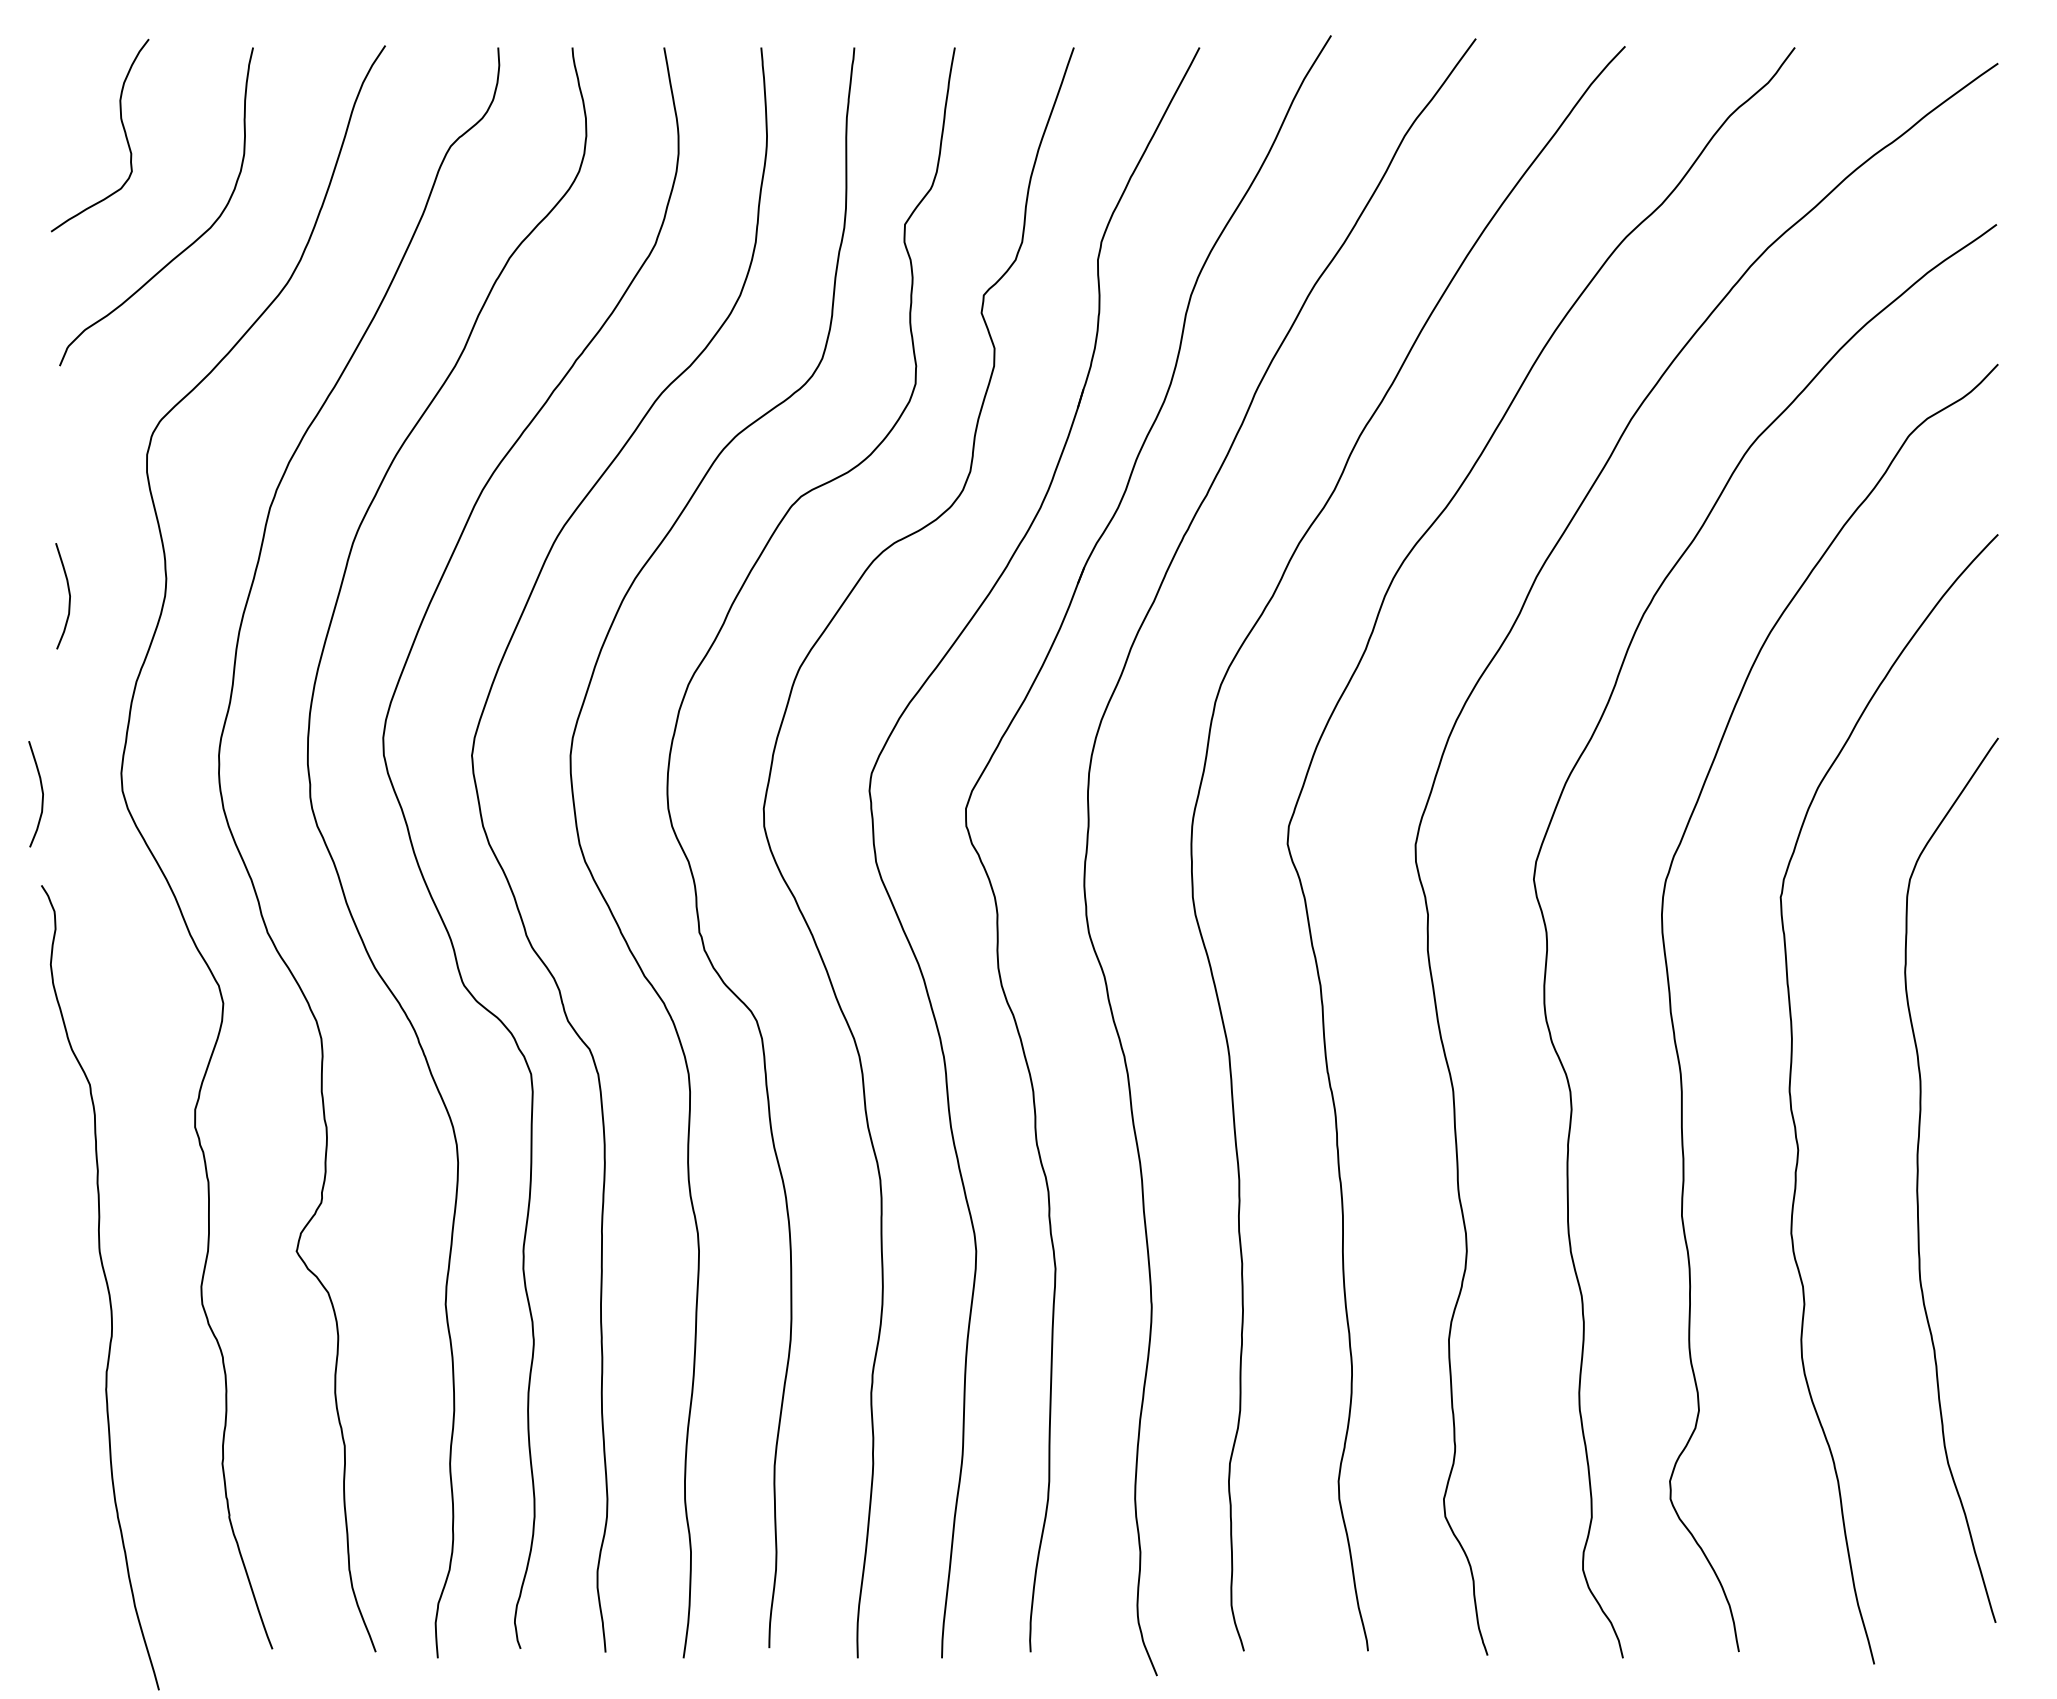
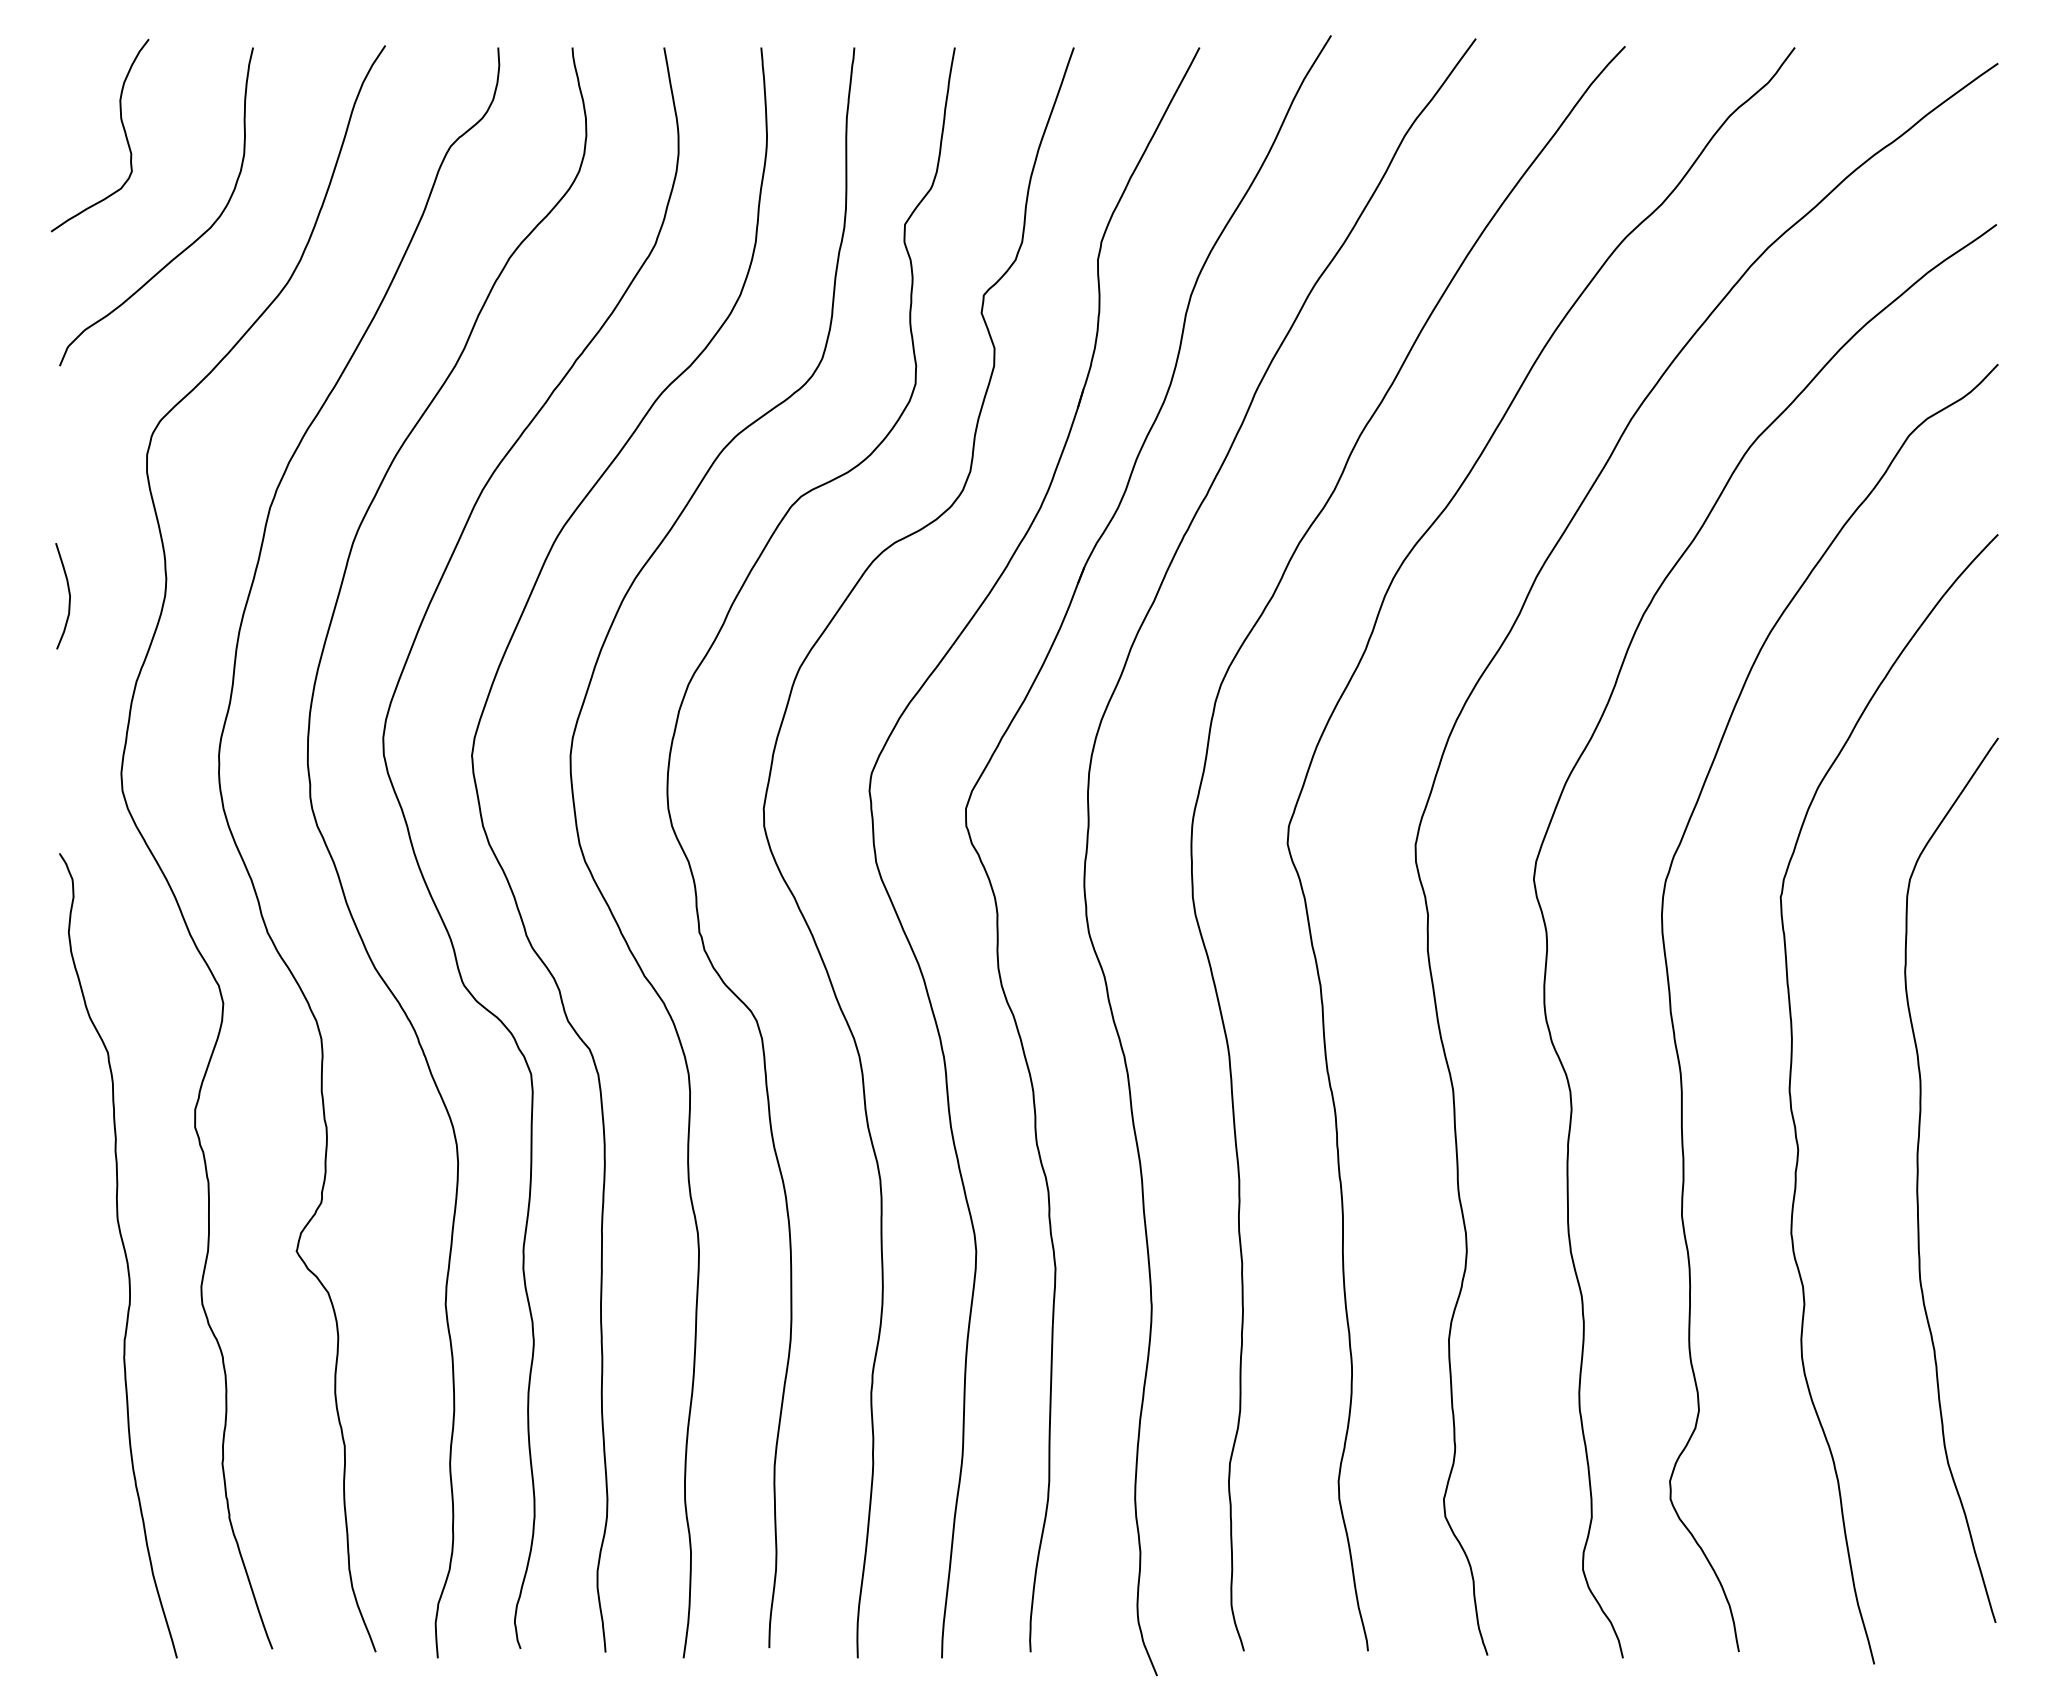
curve at (41, 792): present -> none
curve at (106, 1286) position: (106, 1286) -> (124, 1254)
